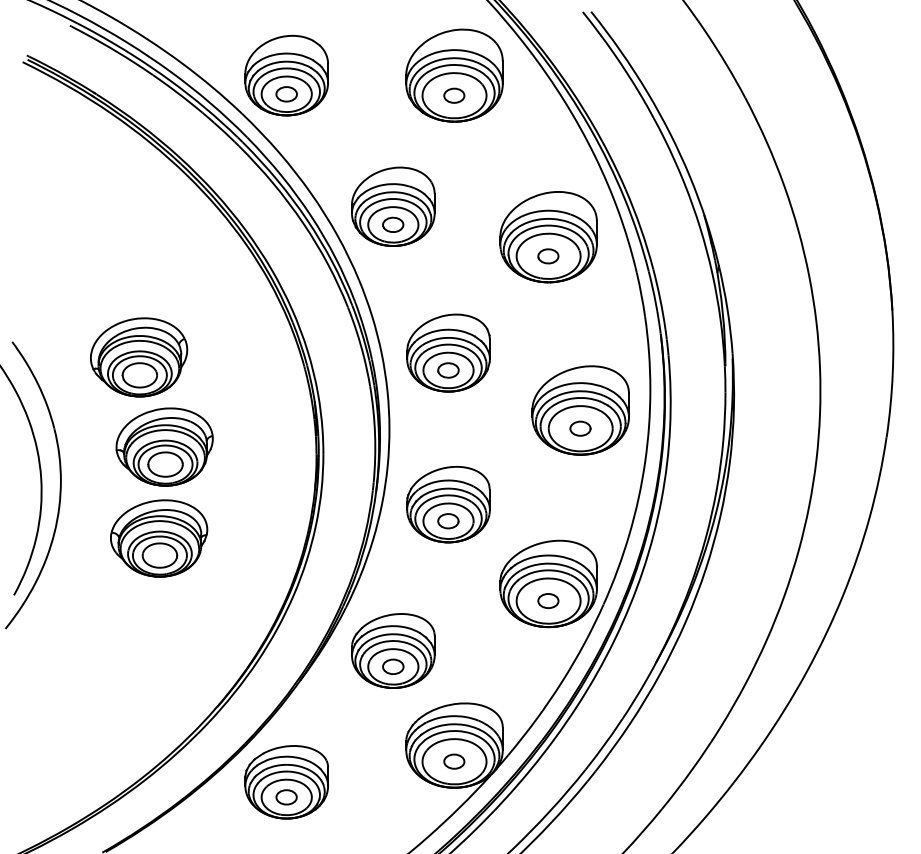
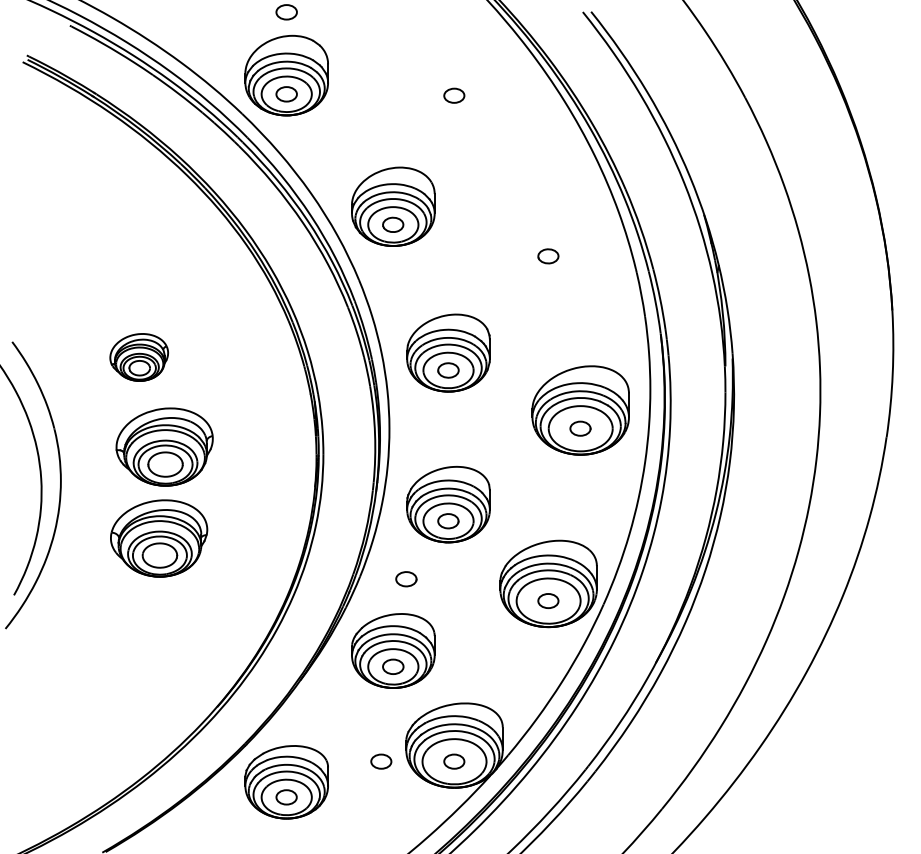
part at (286, 12): none -> present
part at (454, 75): present -> none
part at (548, 237): present -> none
part at (139, 357) size: 99x81 px -> 60x49 px
part at (406, 579): none -> present
part at (381, 761): none -> present
